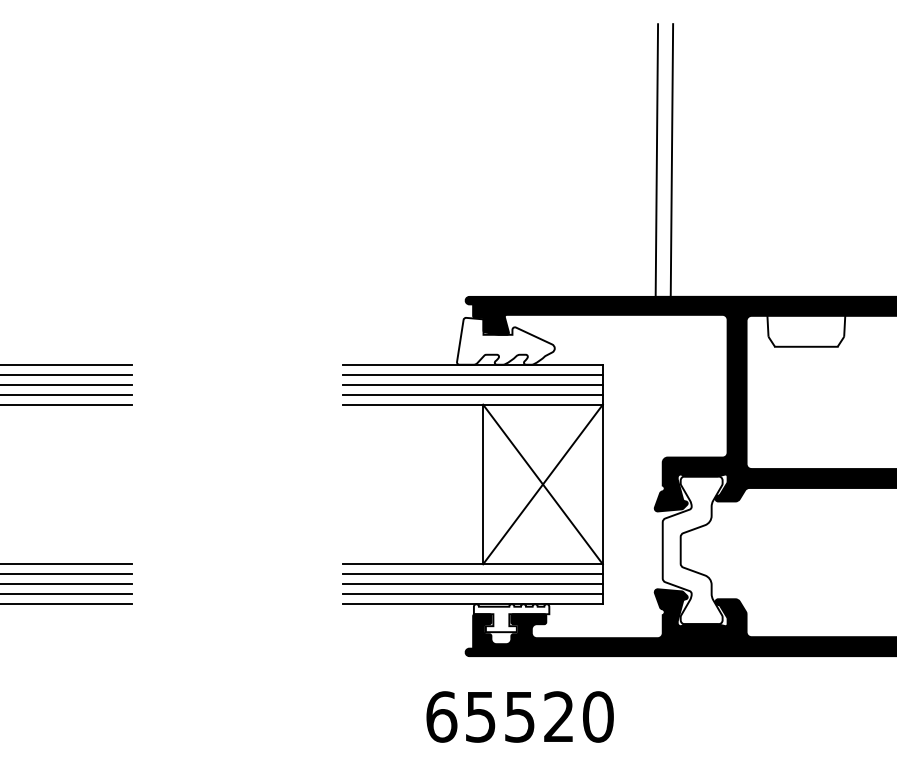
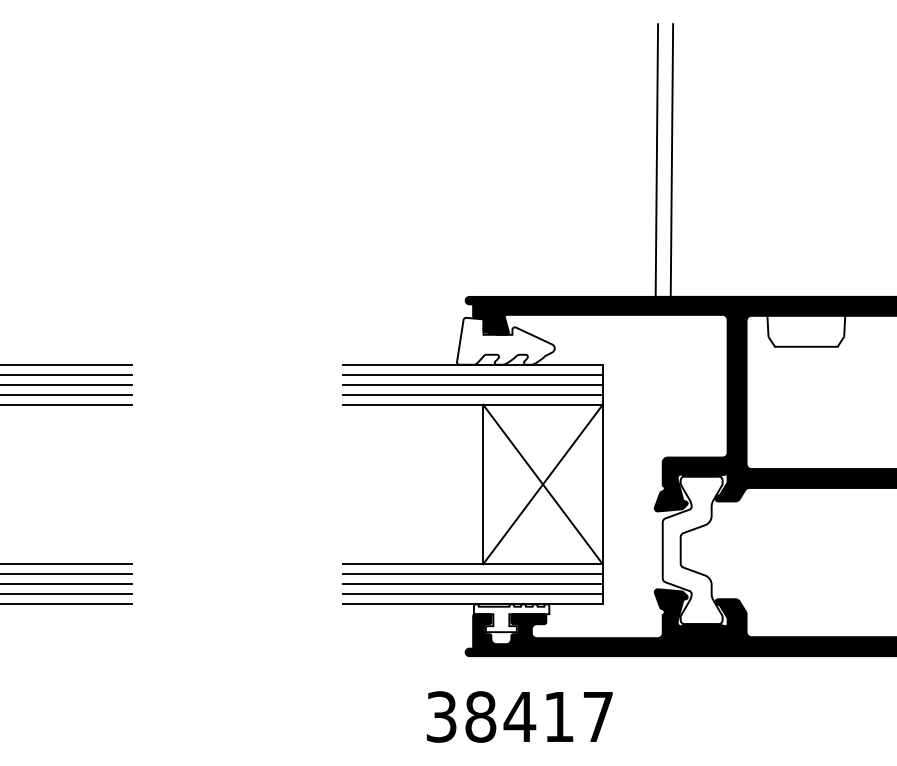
text at (519, 716): 65520 -> 38417
